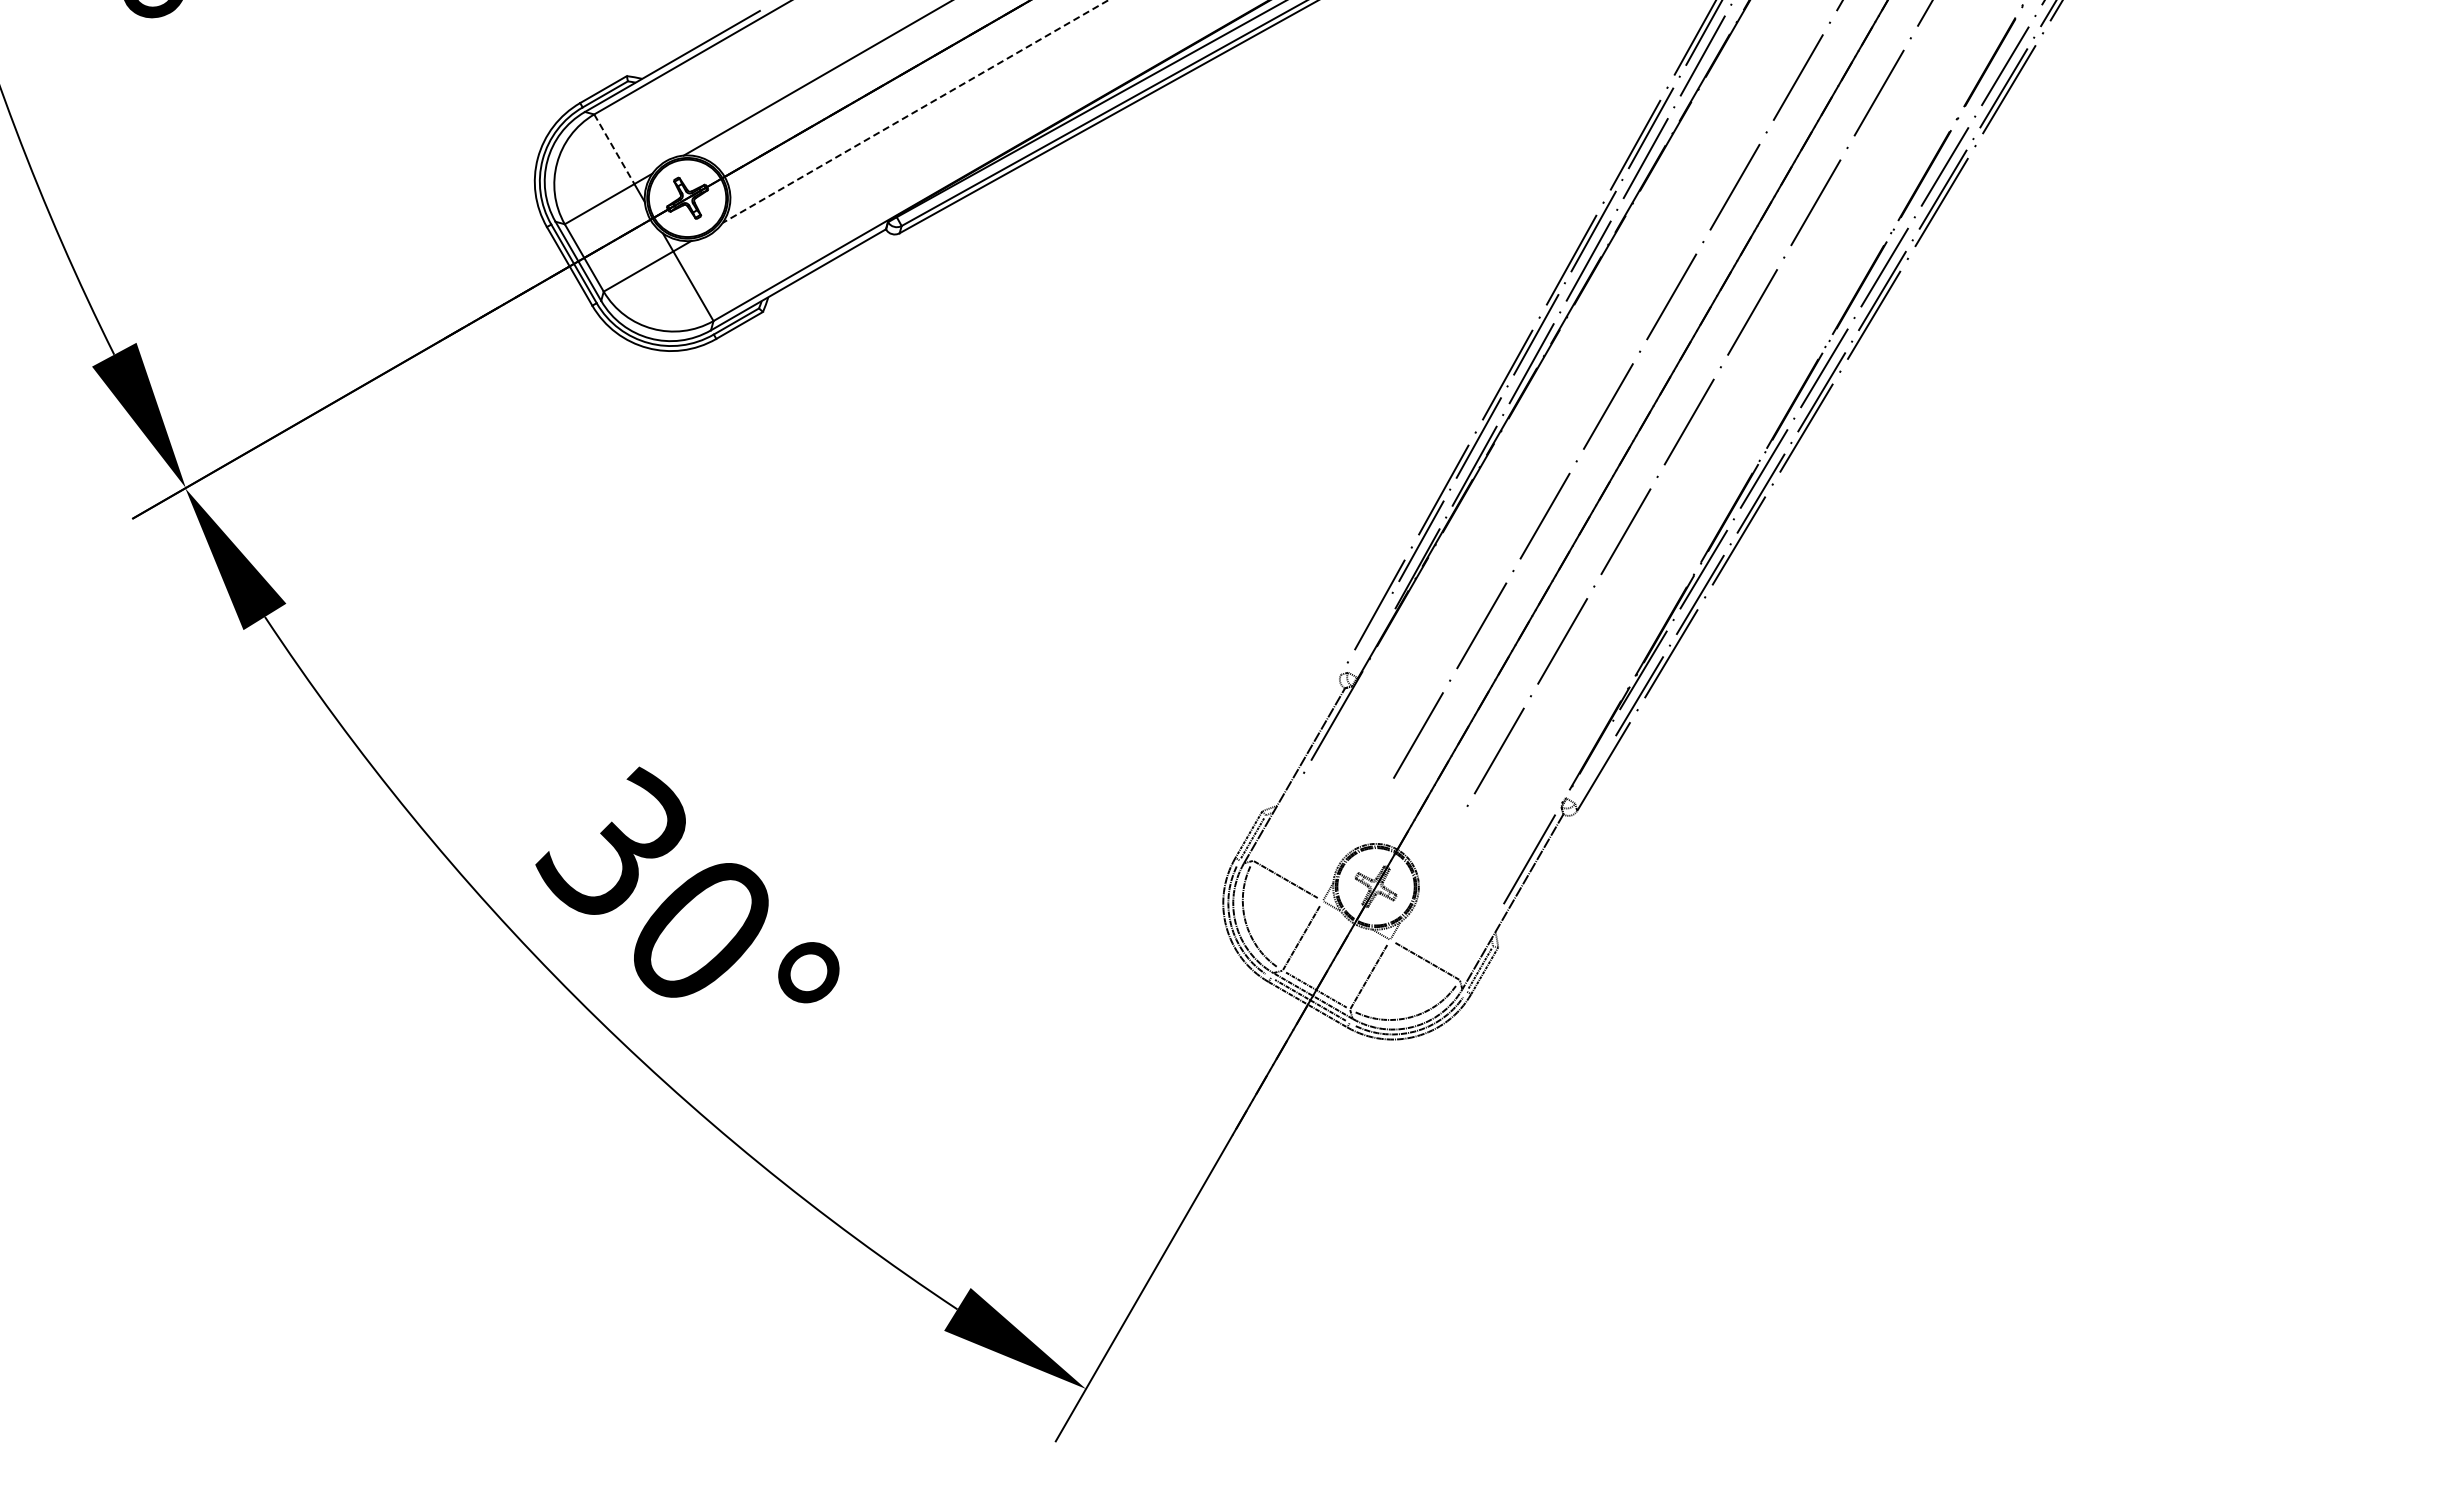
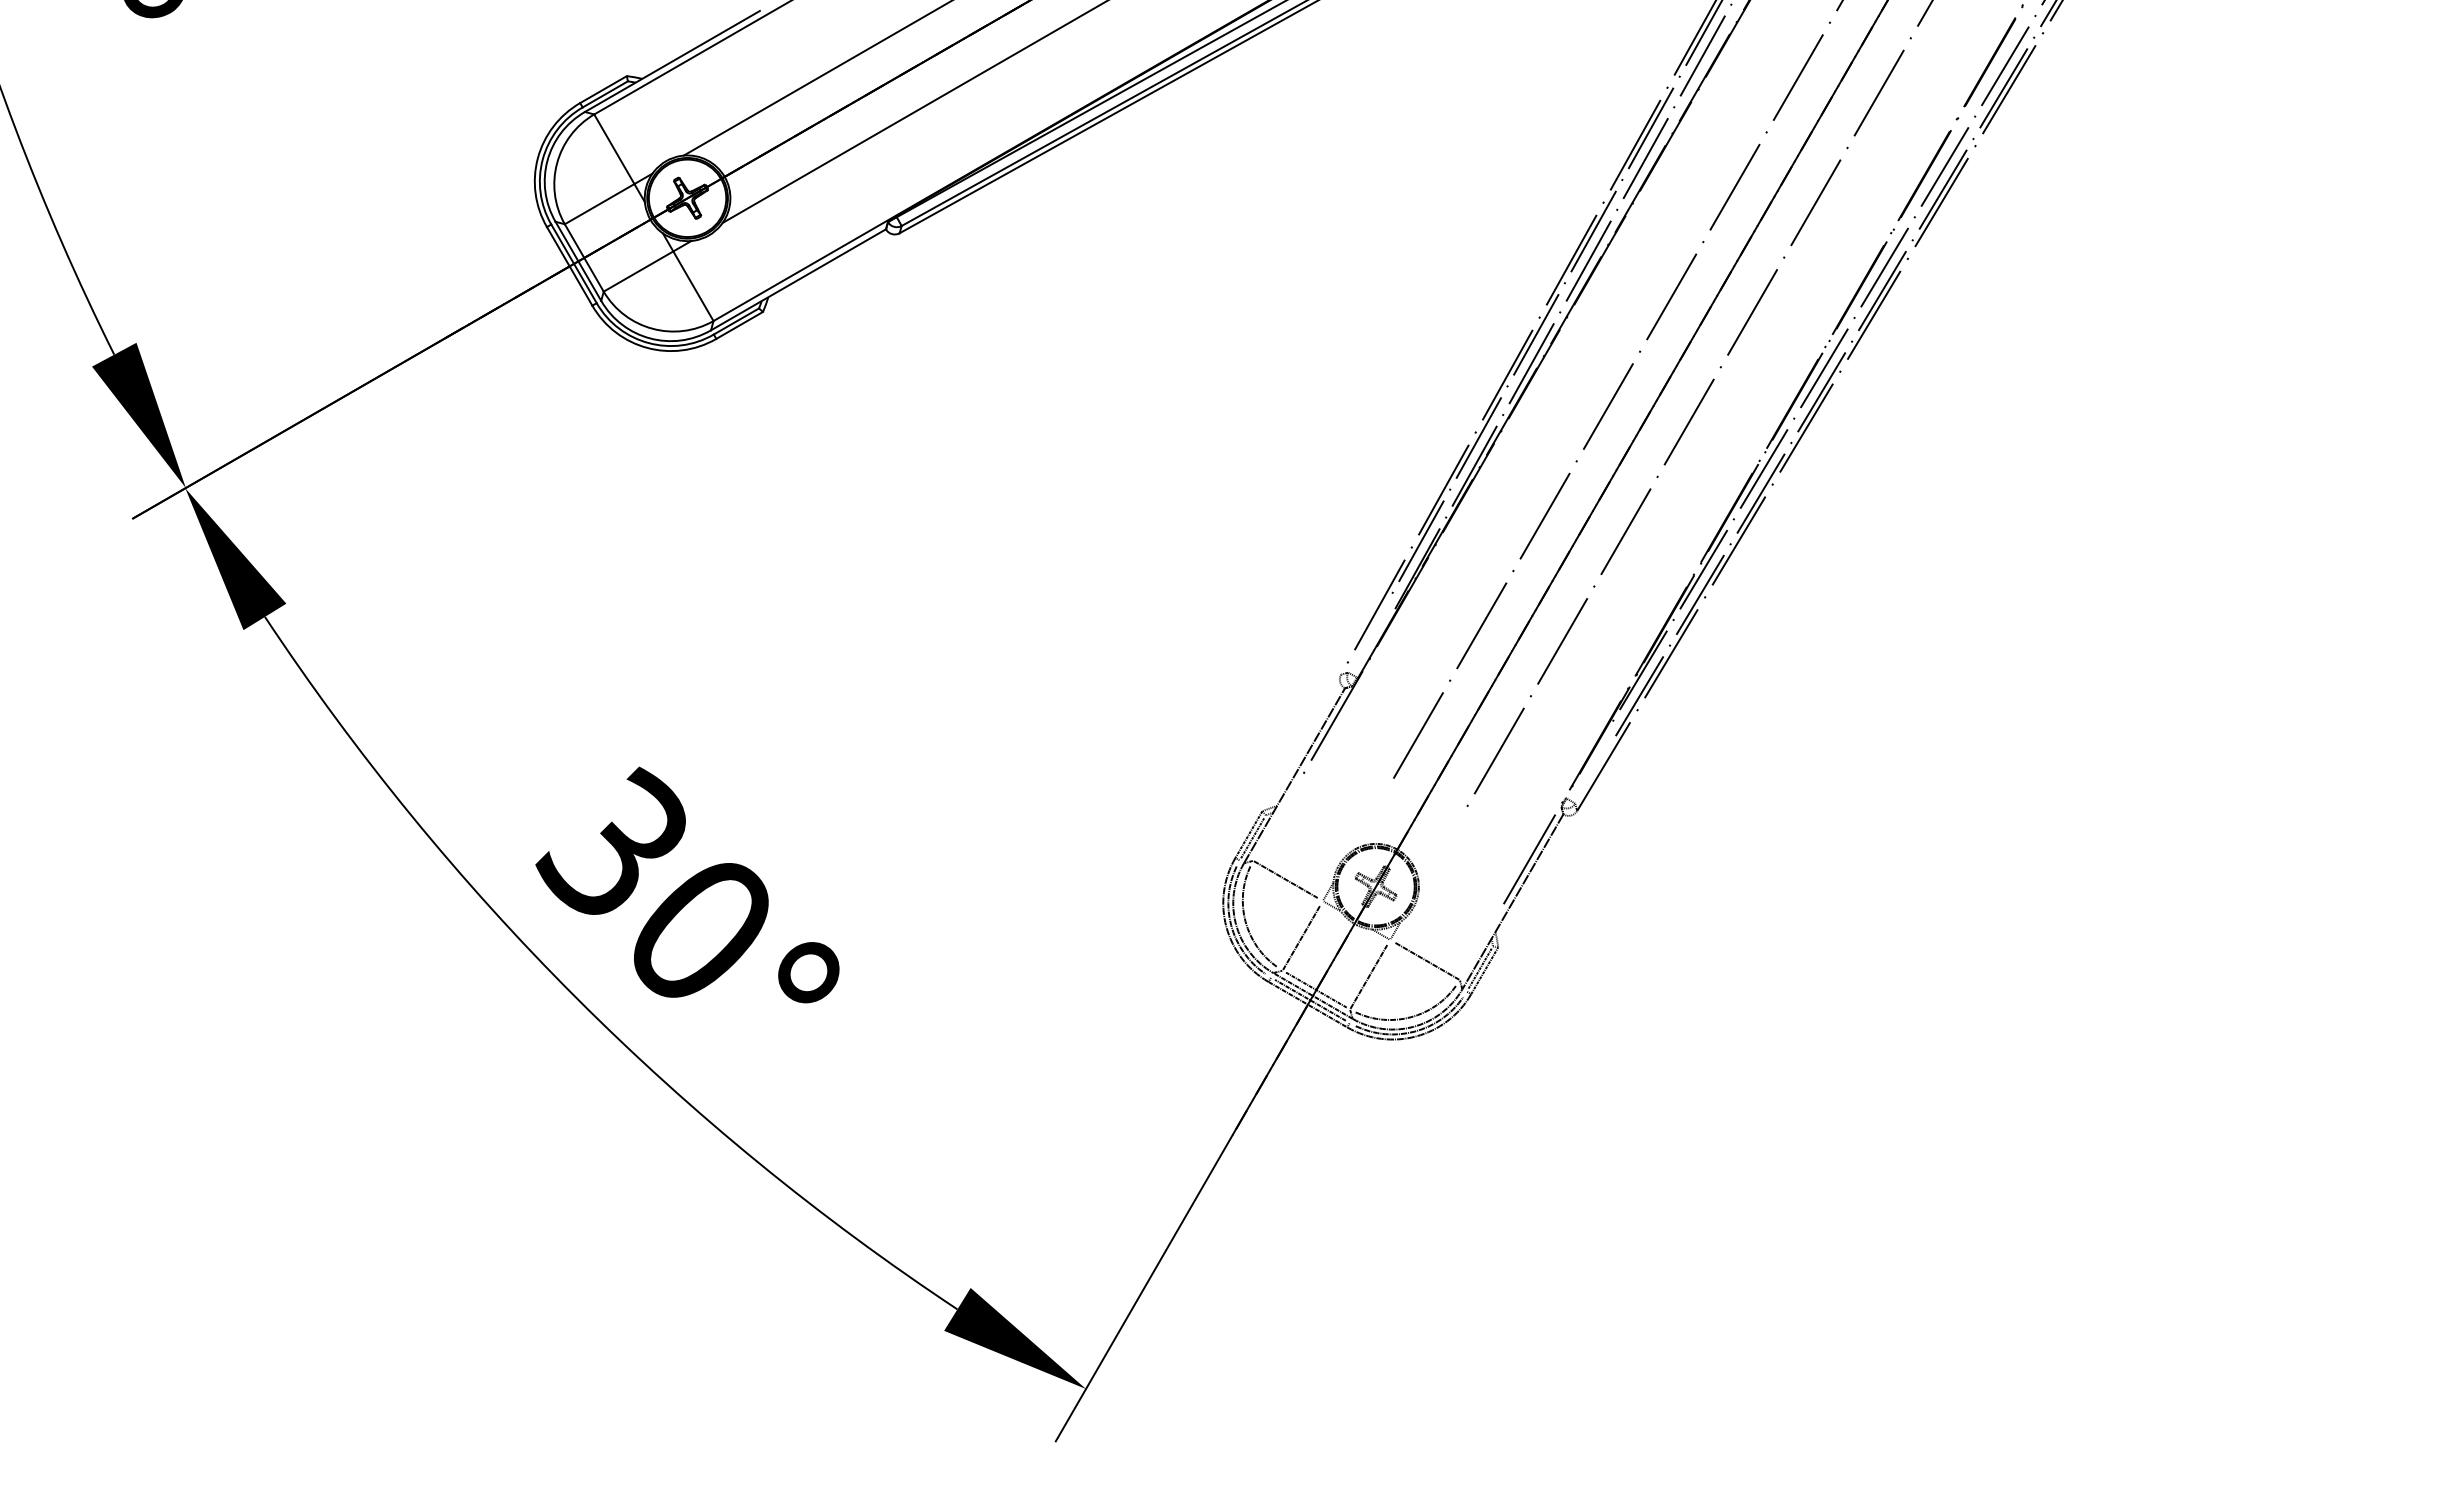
line at (915, 111): dashed -> solid
line at (614, 149): dashed -> solid
